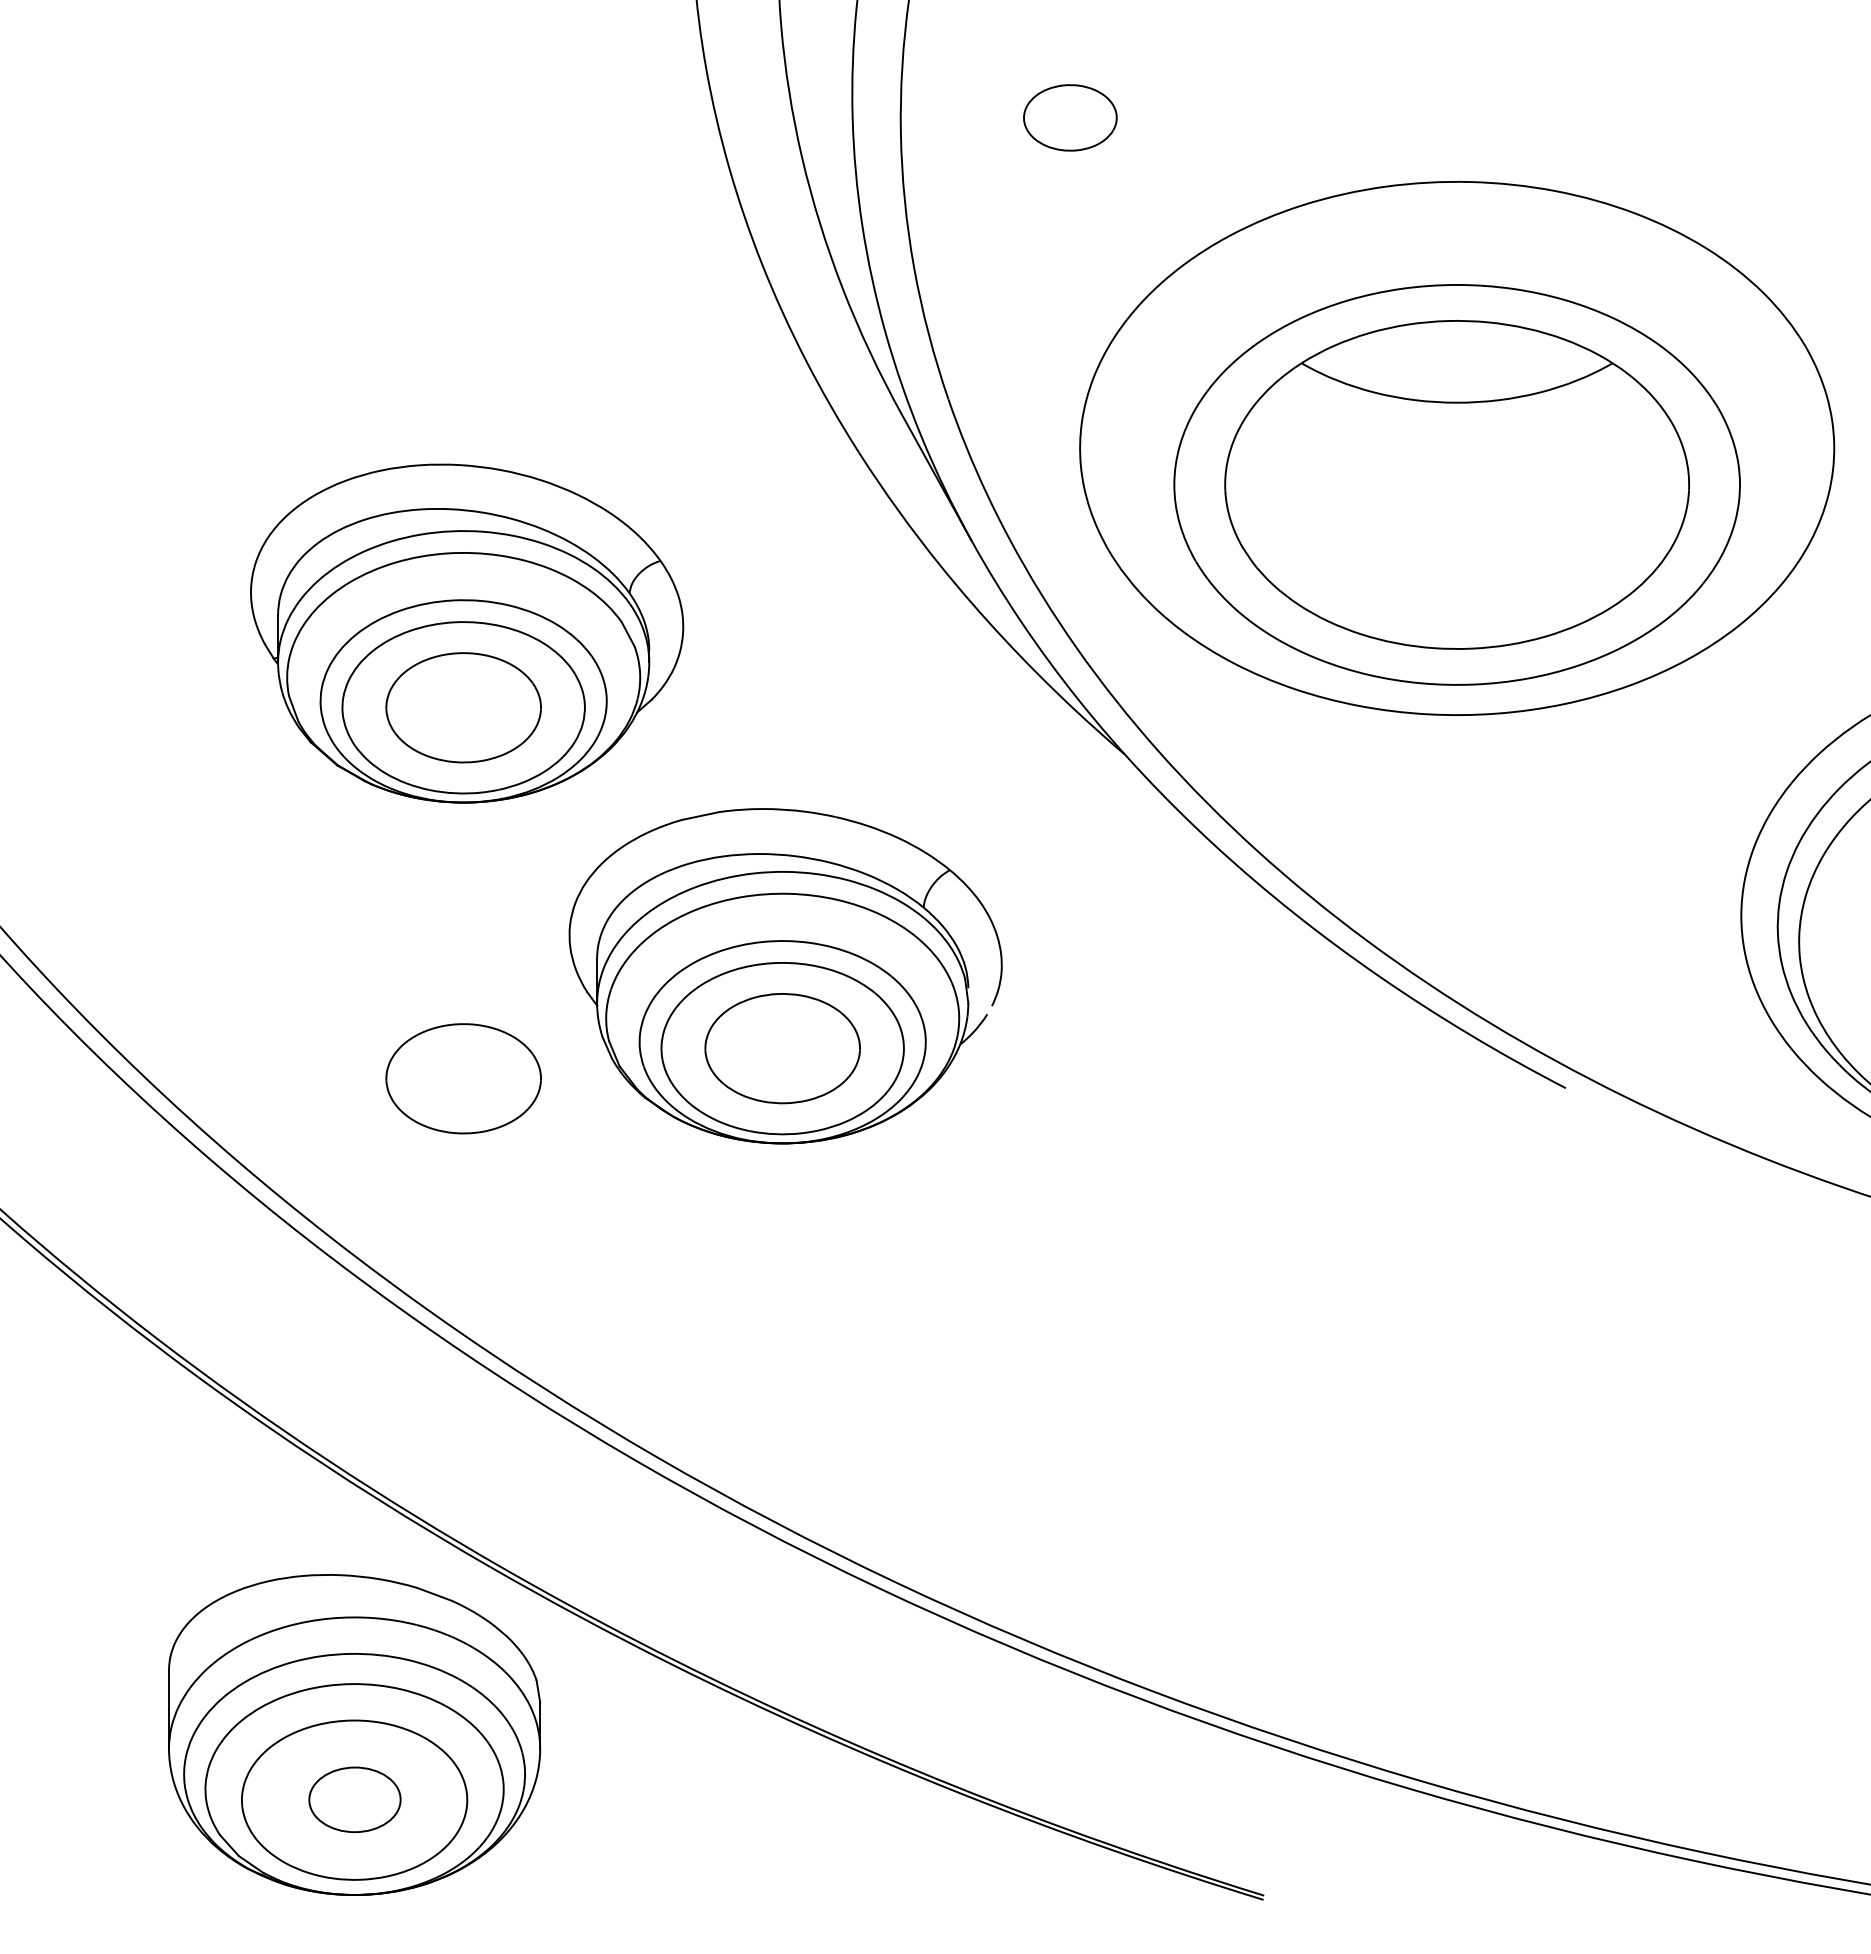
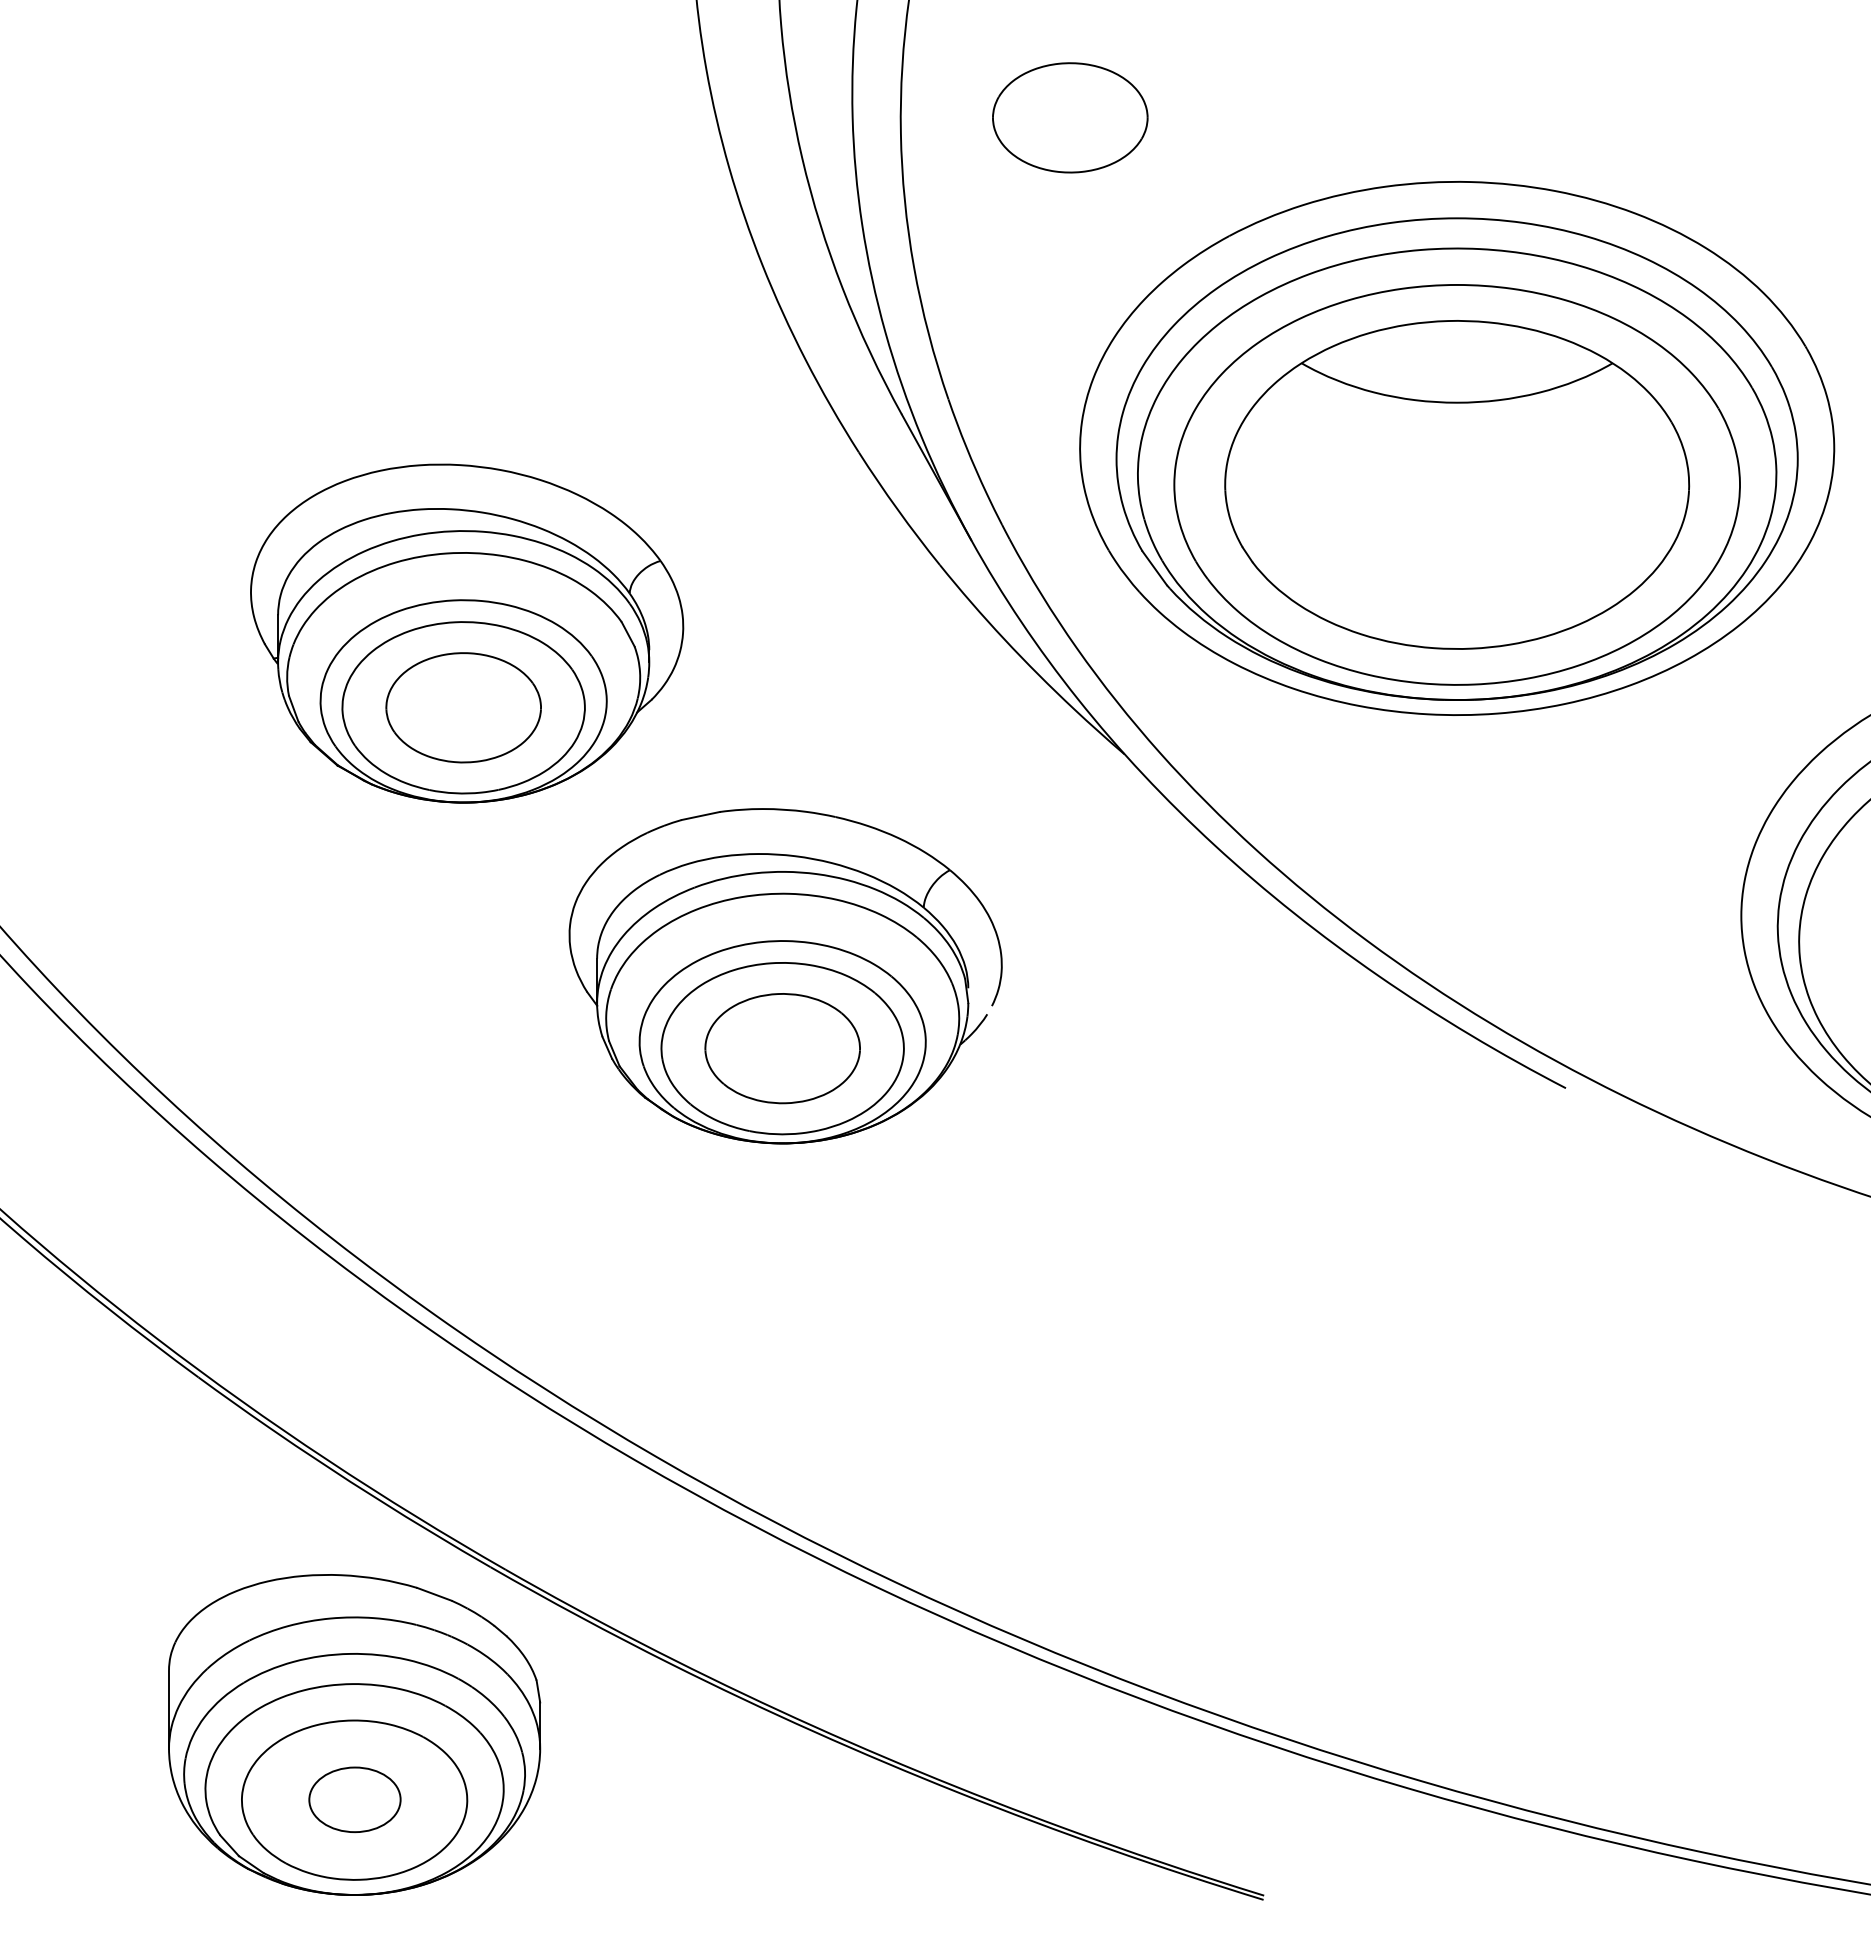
part at (1070, 117) size: 95x68 px -> 157x112 px
part at (1456, 458): none -> present
part at (463, 1078): present -> none
